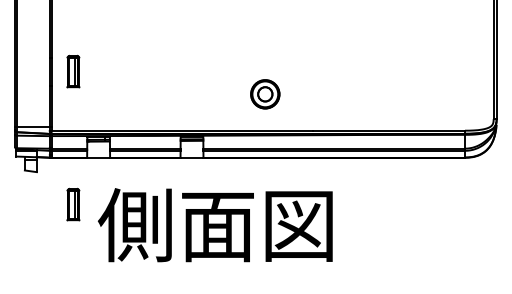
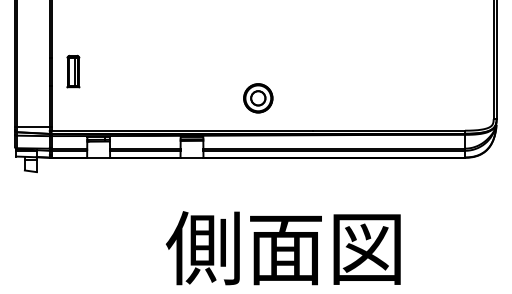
part at (265, 94) position: (265, 94) -> (258, 98)
part at (73, 204): present -> none
text at (214, 225) position: (214, 225) -> (282, 248)
